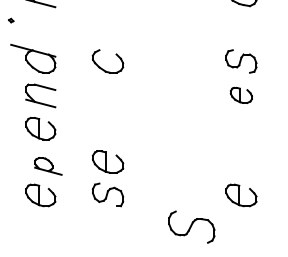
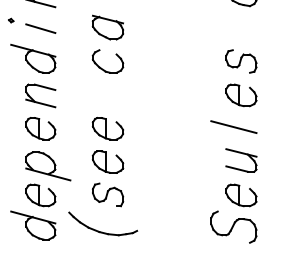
part at (107, 27): none -> present
line at (40, 28): none -> present
part at (240, 94) size: 24x18 px -> 33x25 px
line at (233, 127): none -> present
part at (107, 128): none -> present
part at (242, 154): none -> present
part at (48, 166) size: 29x19 px -> 47x31 px
part at (33, 225): none -> present
part at (191, 226) position: (191, 226) -> (233, 226)
part at (102, 231): none -> present
